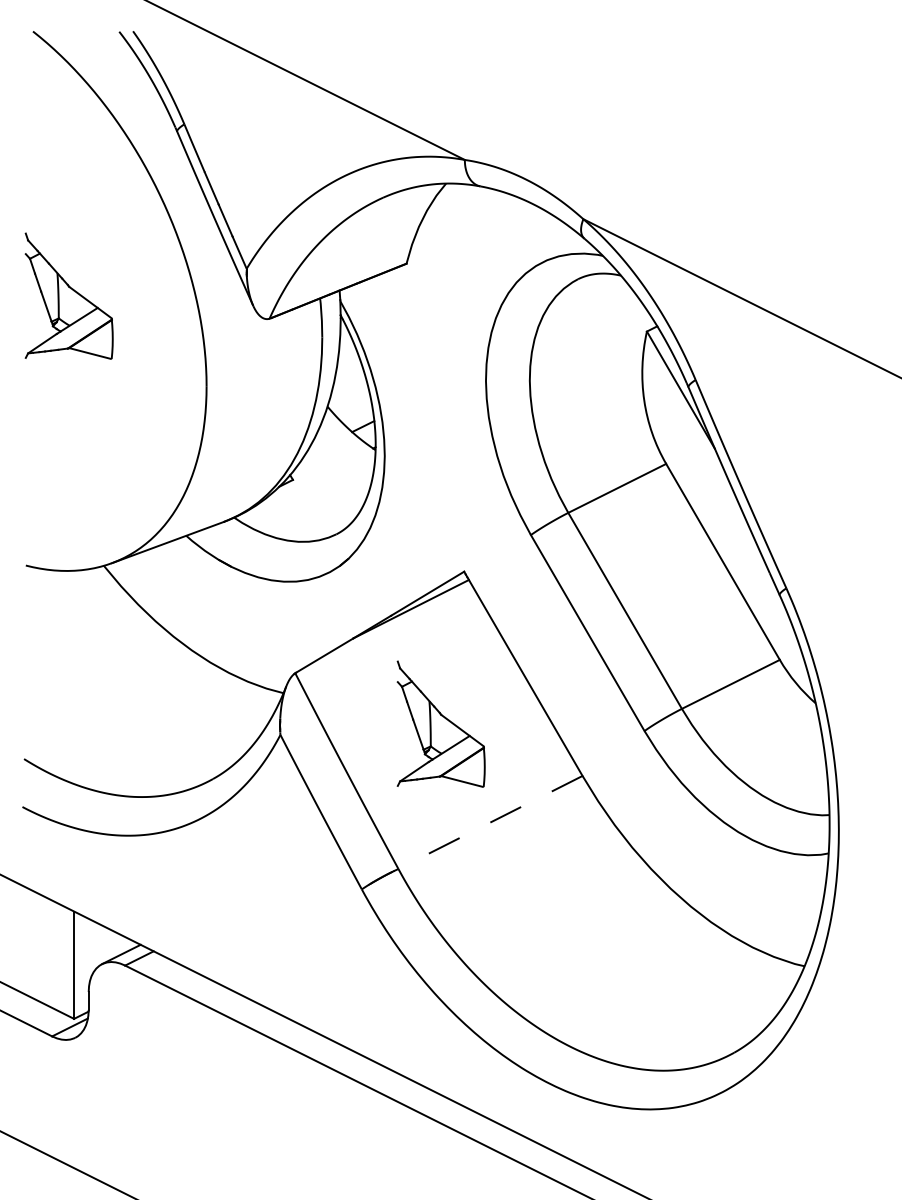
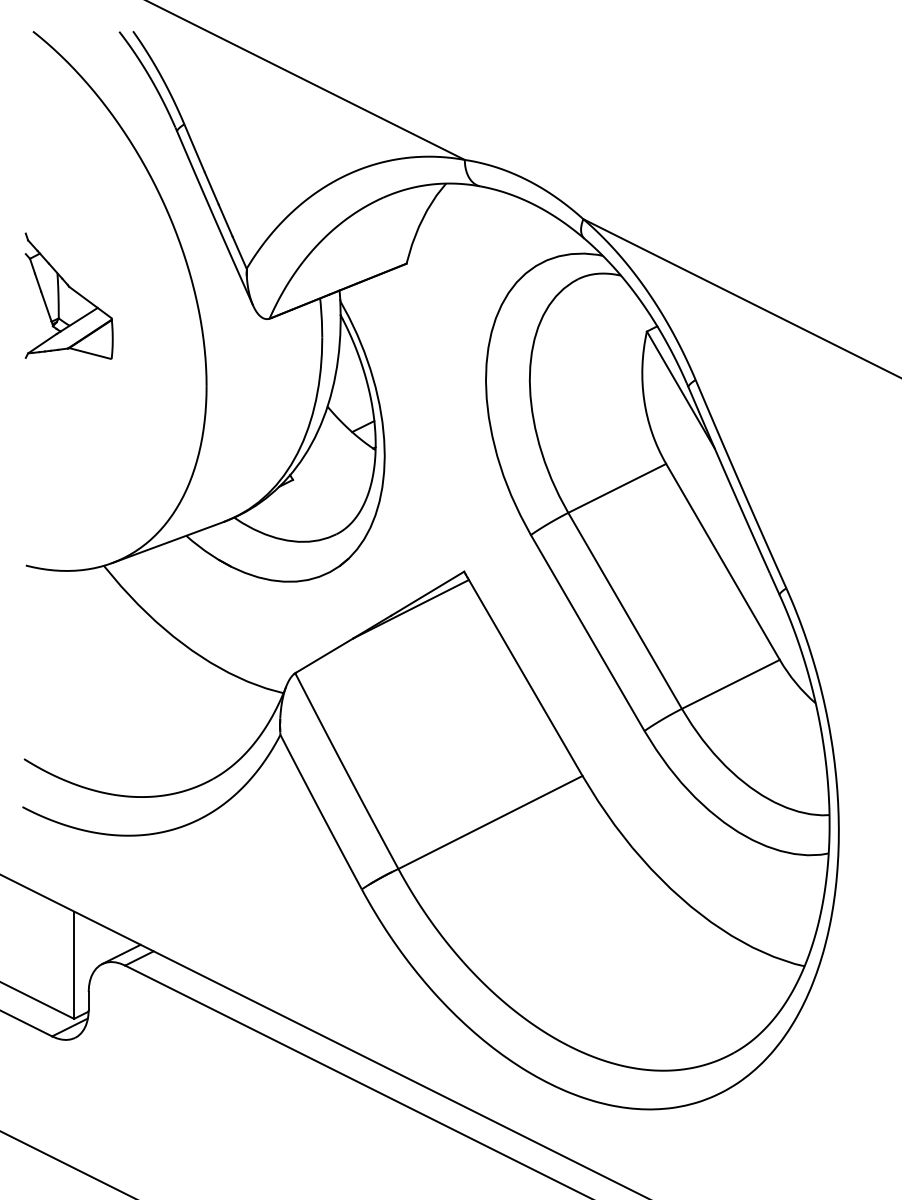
part at (440, 723): present -> none
line at (490, 822): dashed -> solid
